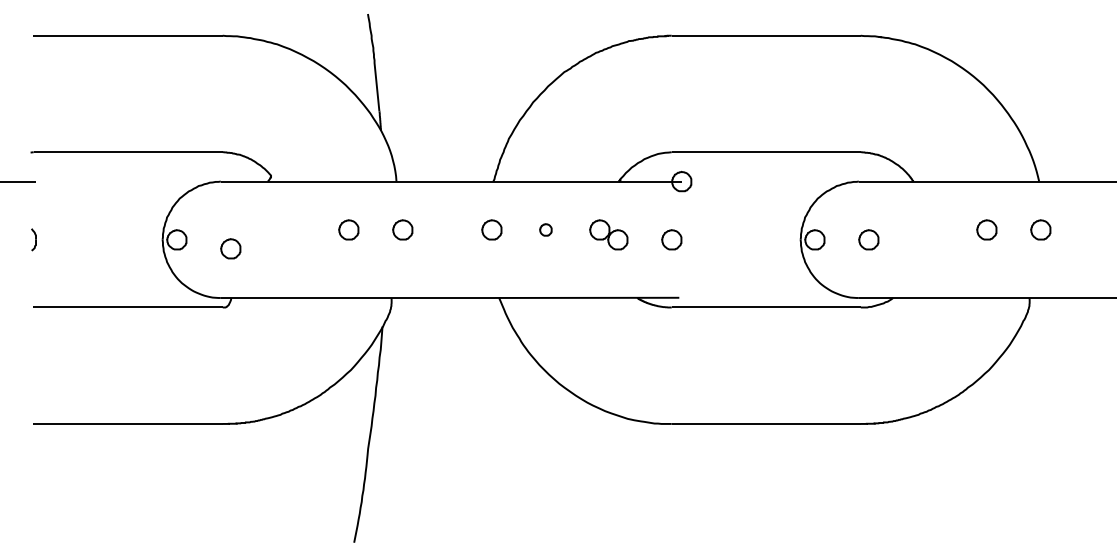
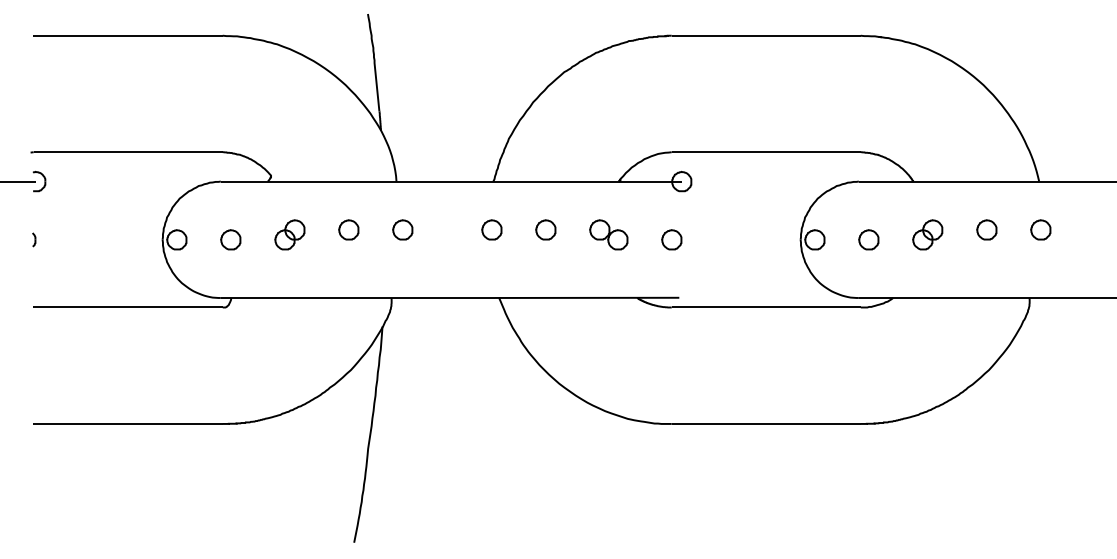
part at (39, 181): none -> present
part at (545, 229) size: 14x14 px -> 22x22 px
part at (289, 234): none -> present
part at (927, 234): none -> present
part at (33, 239) size: 6x24 px -> 5x16 px
part at (230, 248) position: (230, 248) -> (230, 239)
